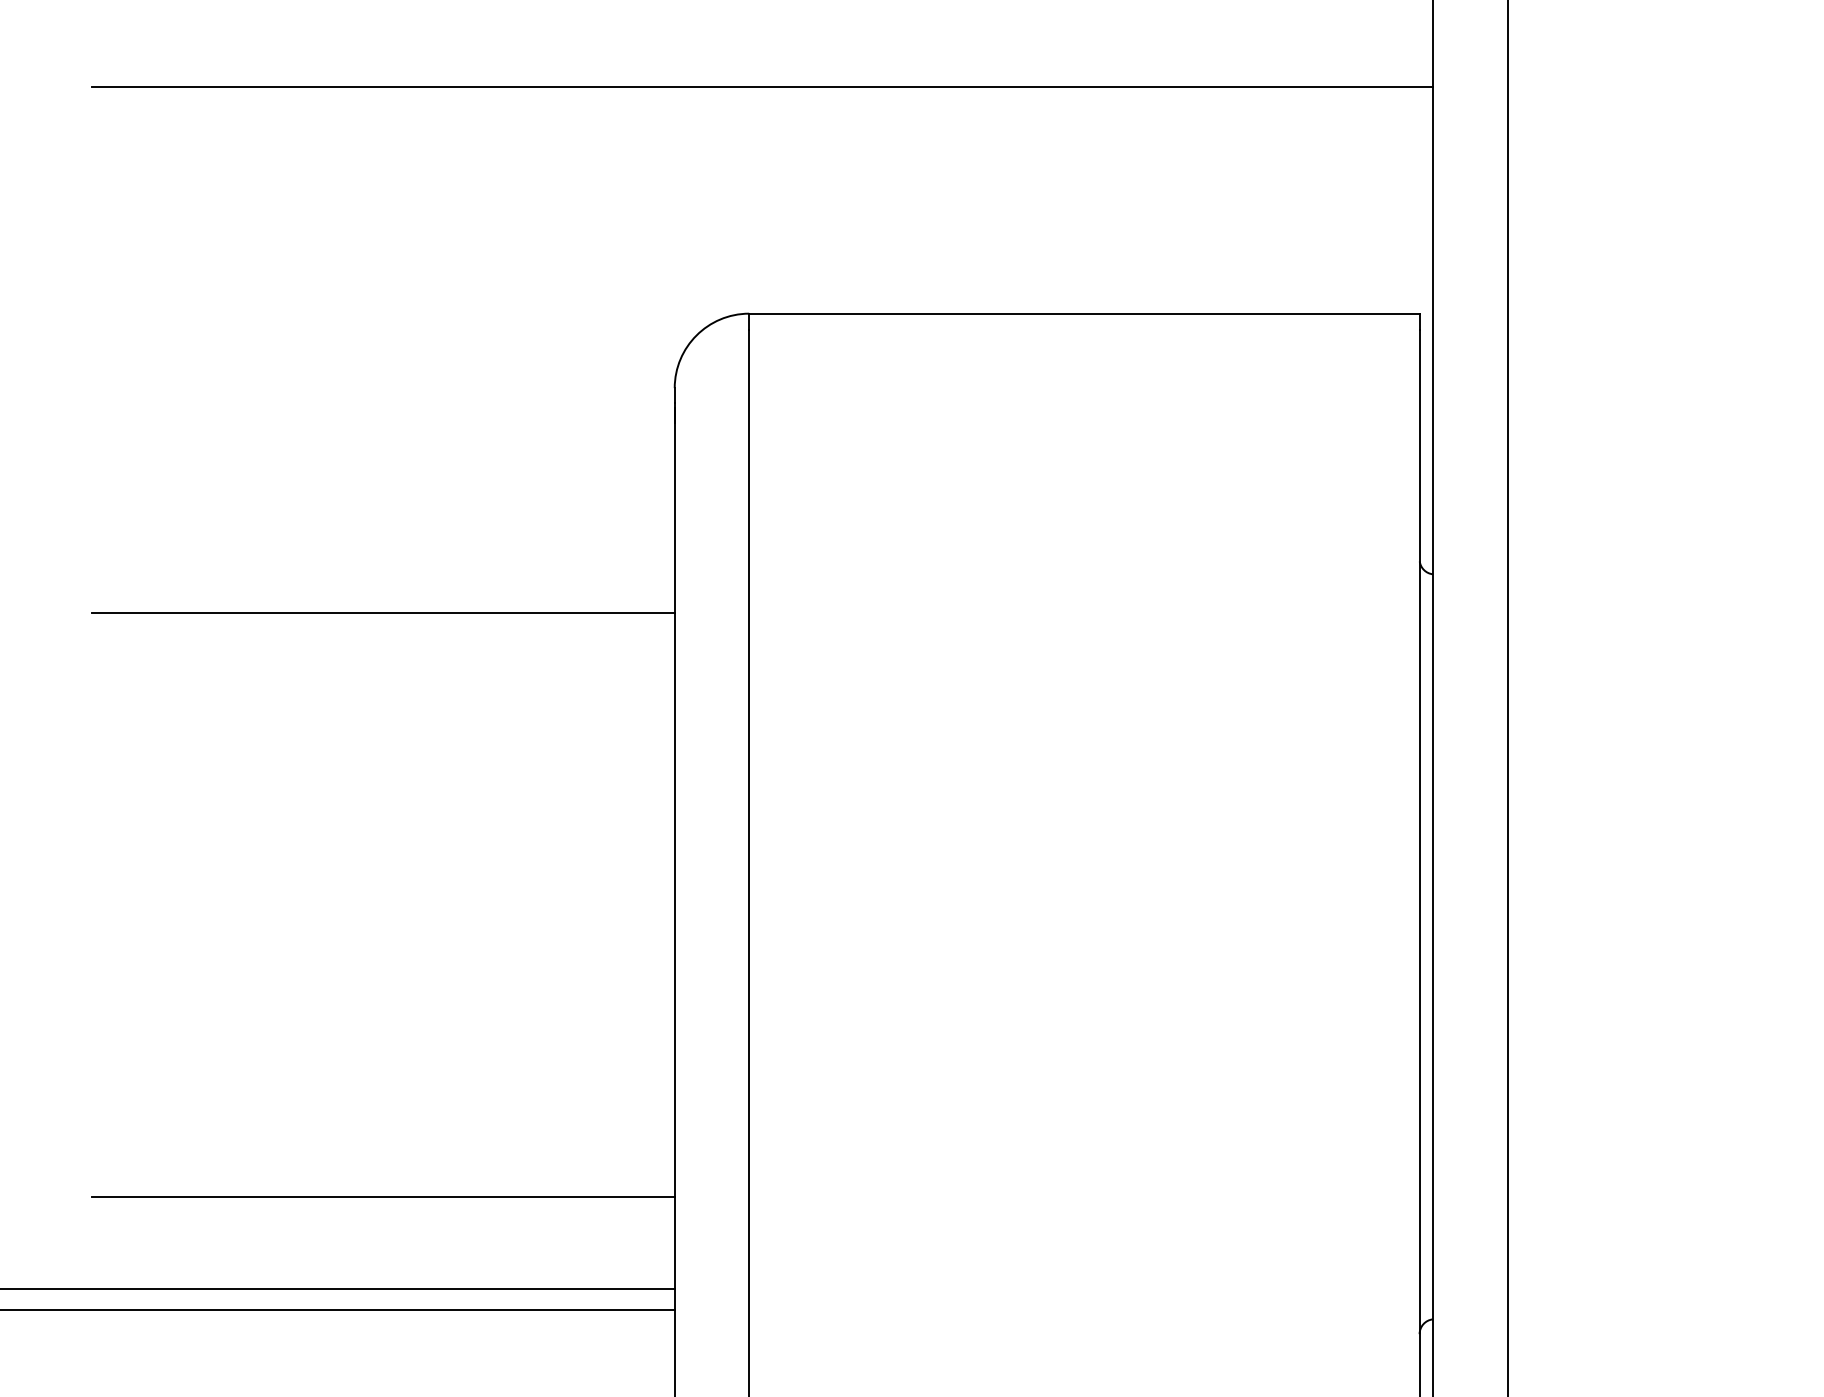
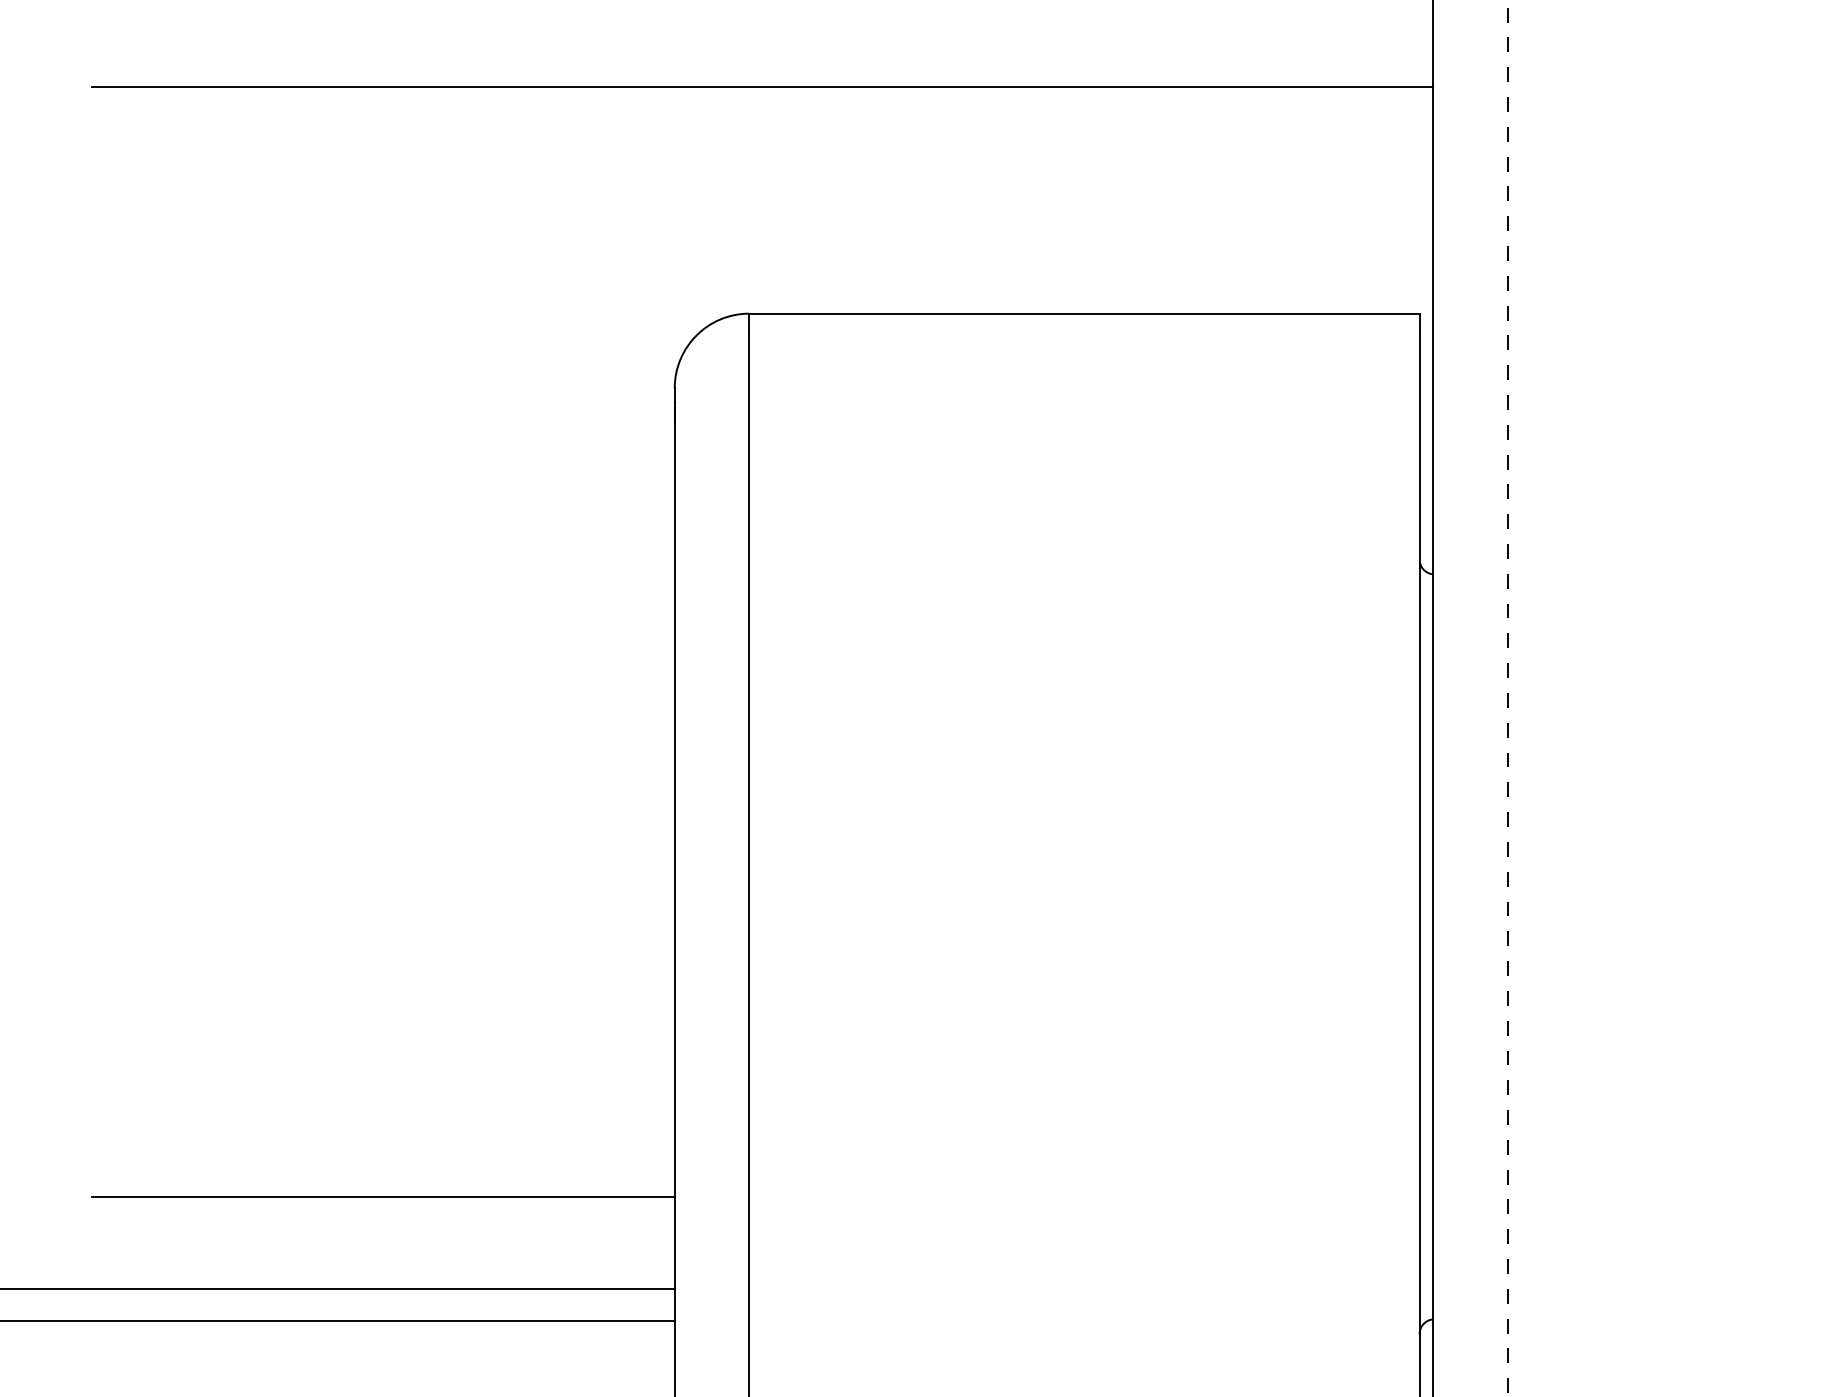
line at (383, 612): present -> none
line at (1507, 698): solid -> dashed
line at (338, 1309) position: (338, 1309) -> (338, 1320)
